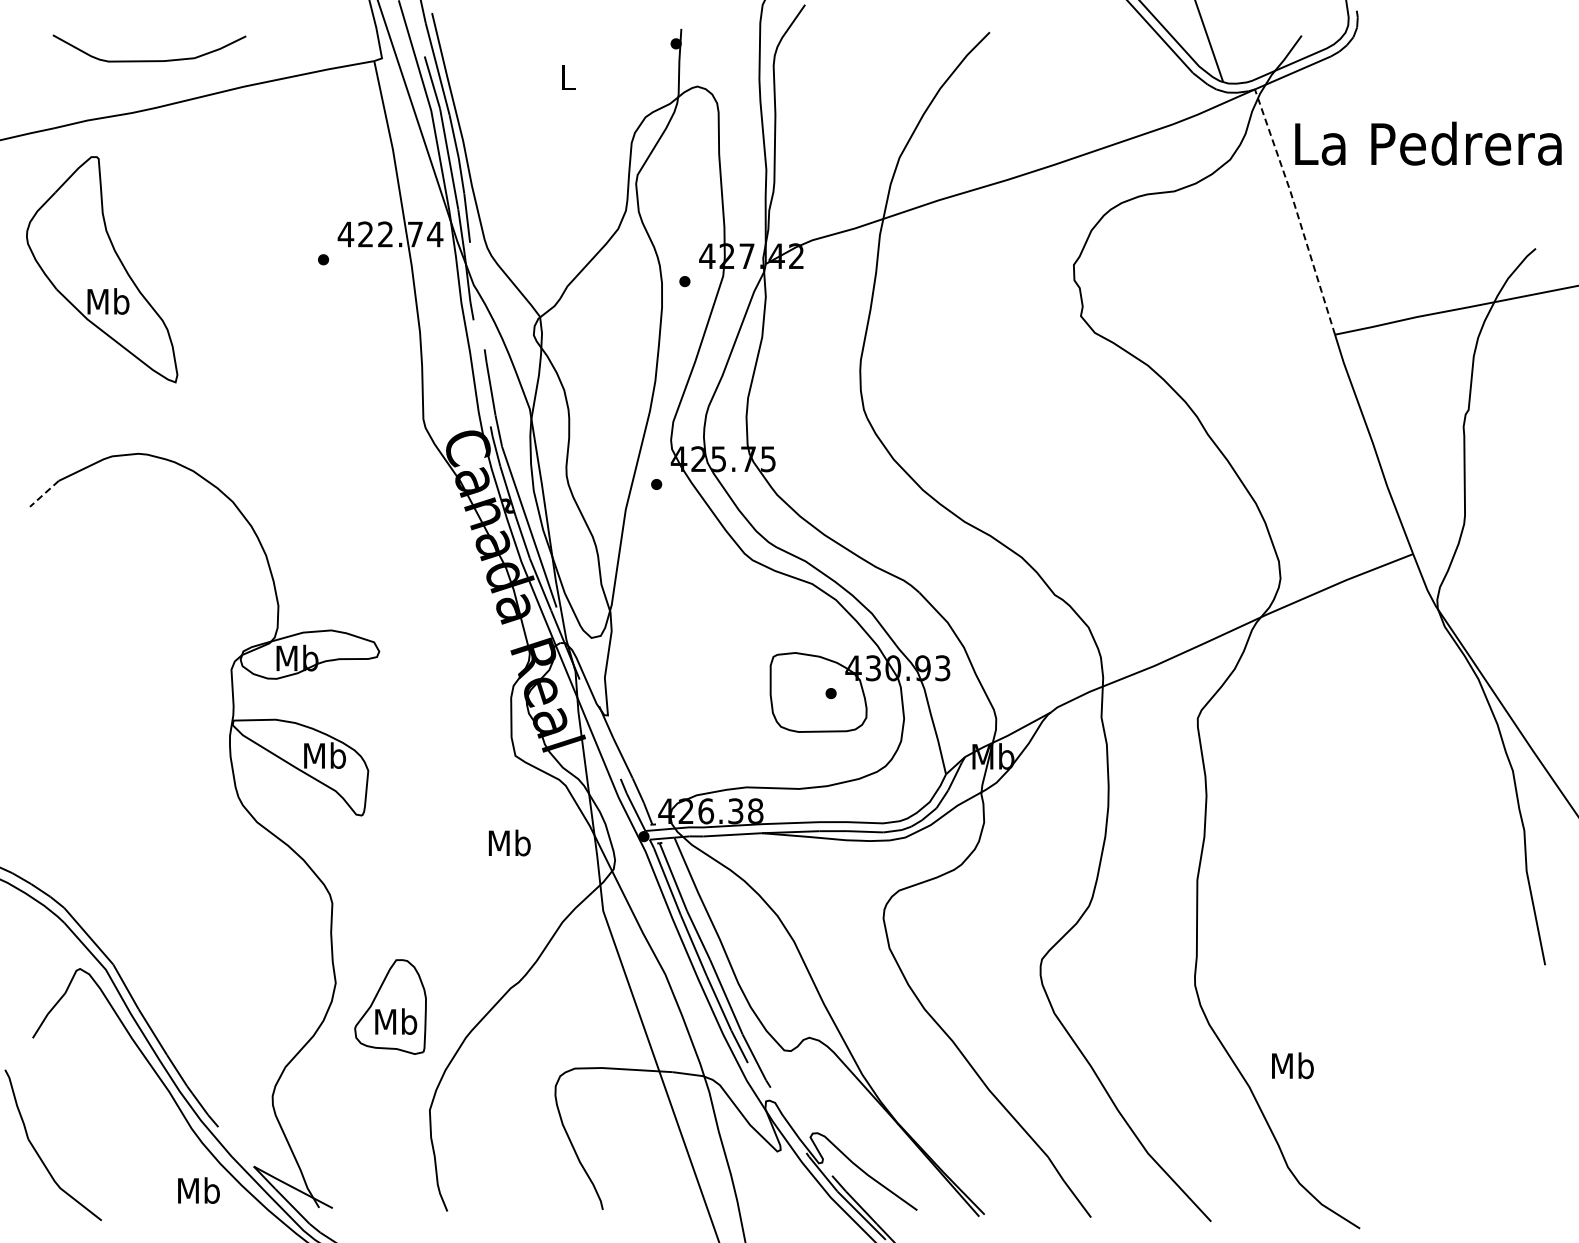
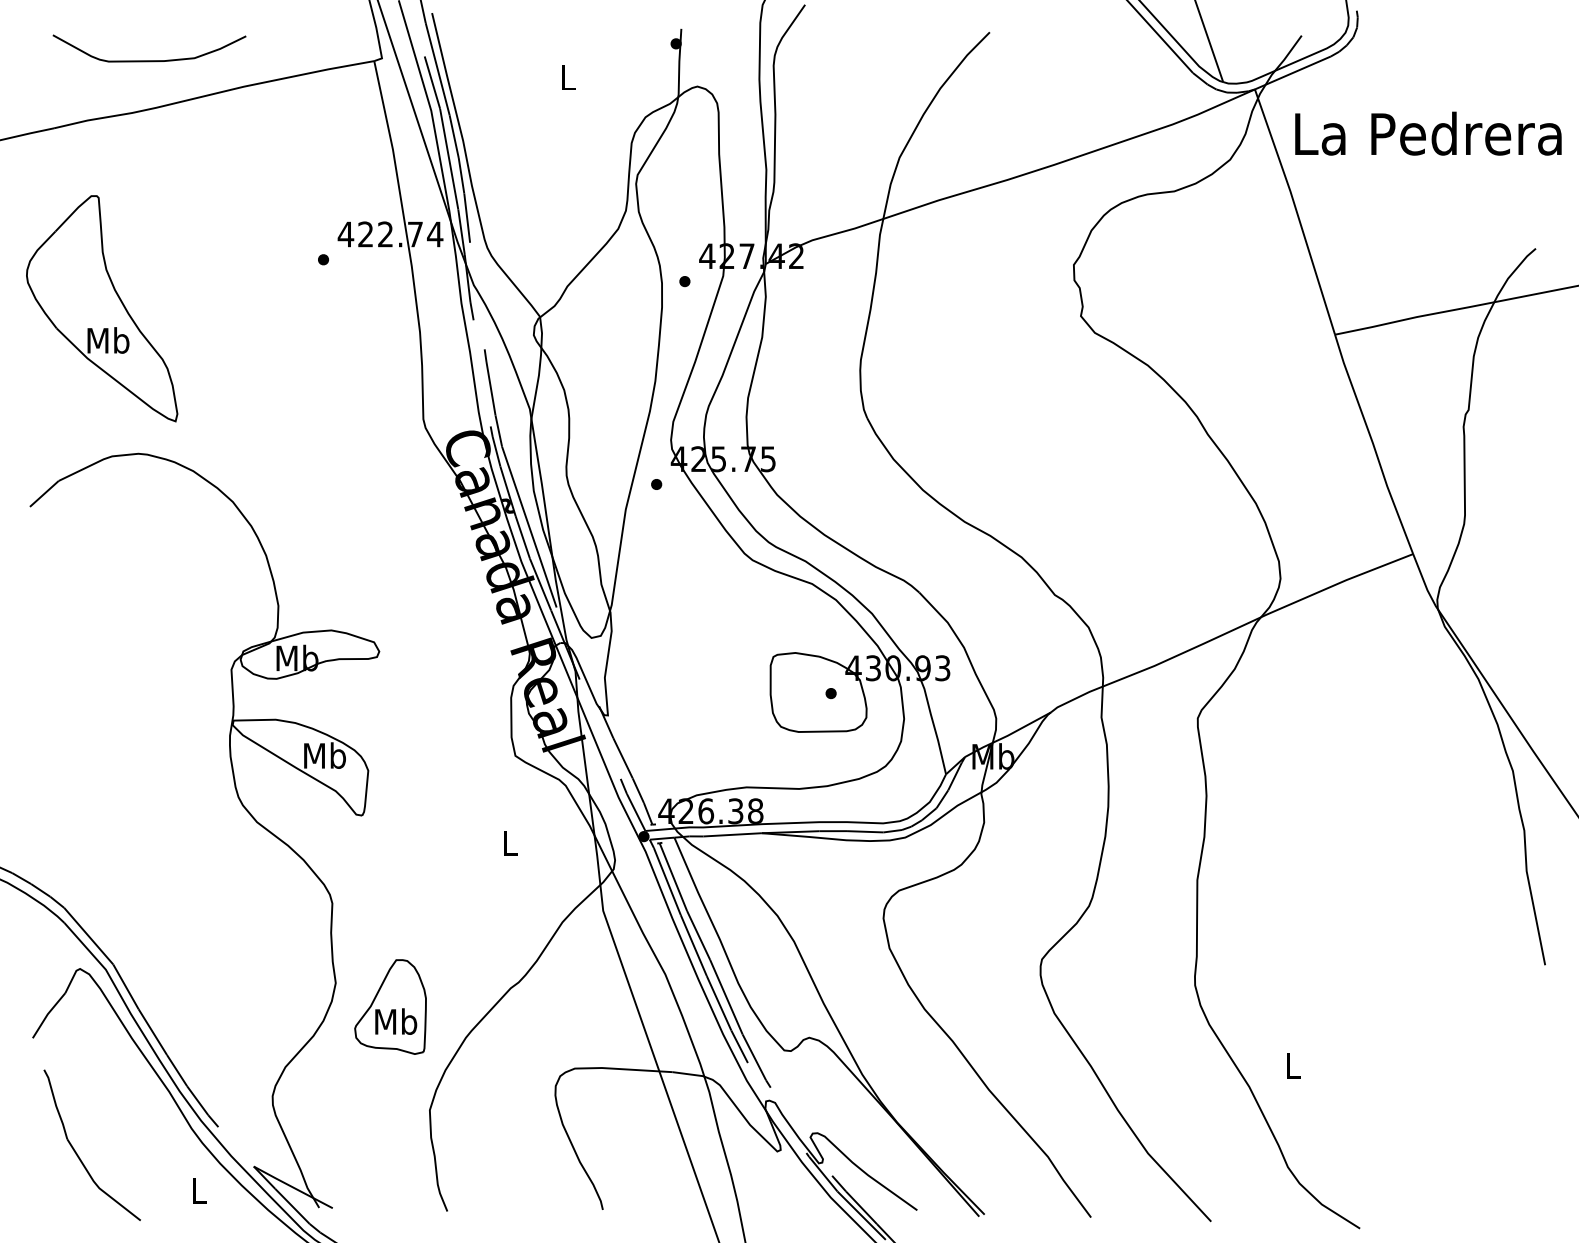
text at (1428, 143) position: (1428, 143) -> (1428, 133)
line at (1296, 211): dashed -> solid
part at (102, 269) position: (102, 269) -> (102, 308)
line at (43, 494): dashed -> solid
text at (509, 842): Mb -> L
text at (1292, 1065): Mb -> L
part at (37, 1151) position: (37, 1151) -> (76, 1151)
text at (198, 1190): Mb -> L
